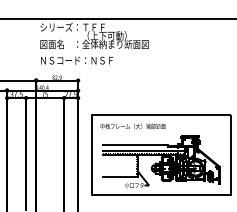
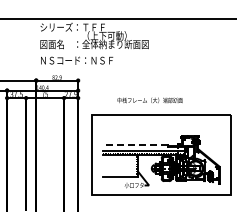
text at (132, 126) position: (132, 126) -> (149, 100)
line at (134, 145): solid -> dashed
